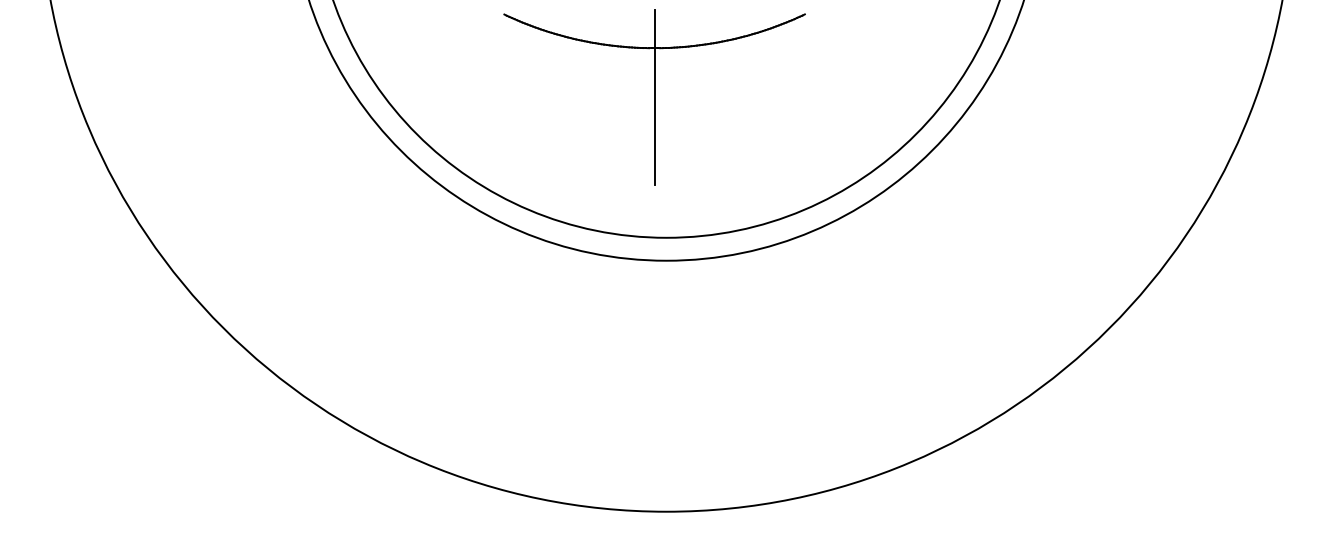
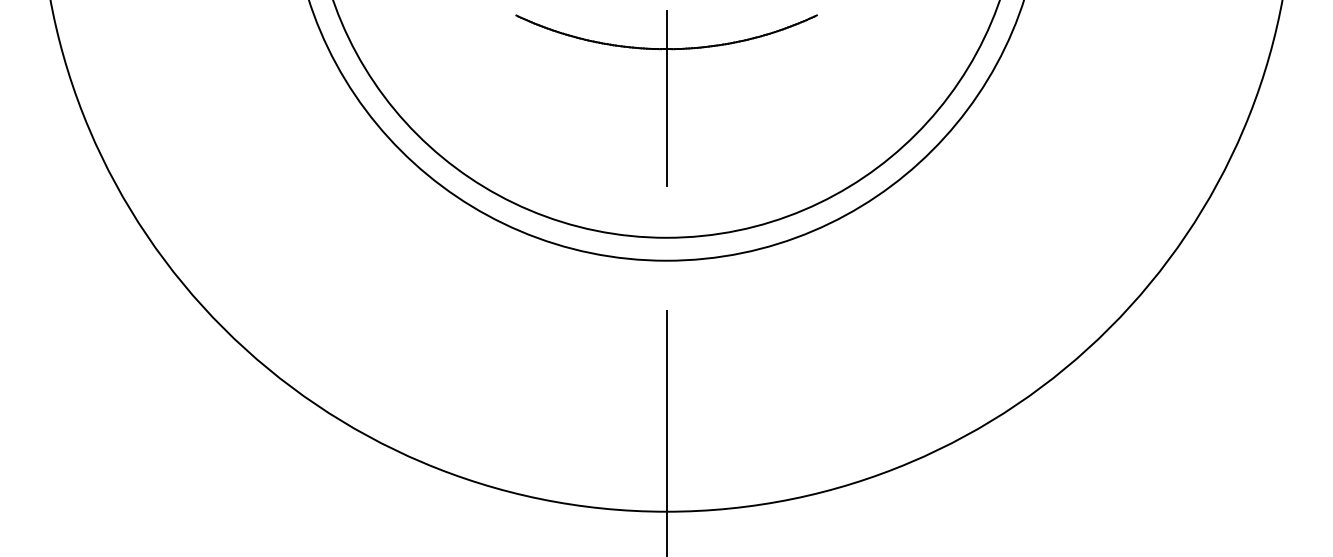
part at (654, 97) position: (654, 97) -> (666, 98)
line at (666, 432): none -> present
